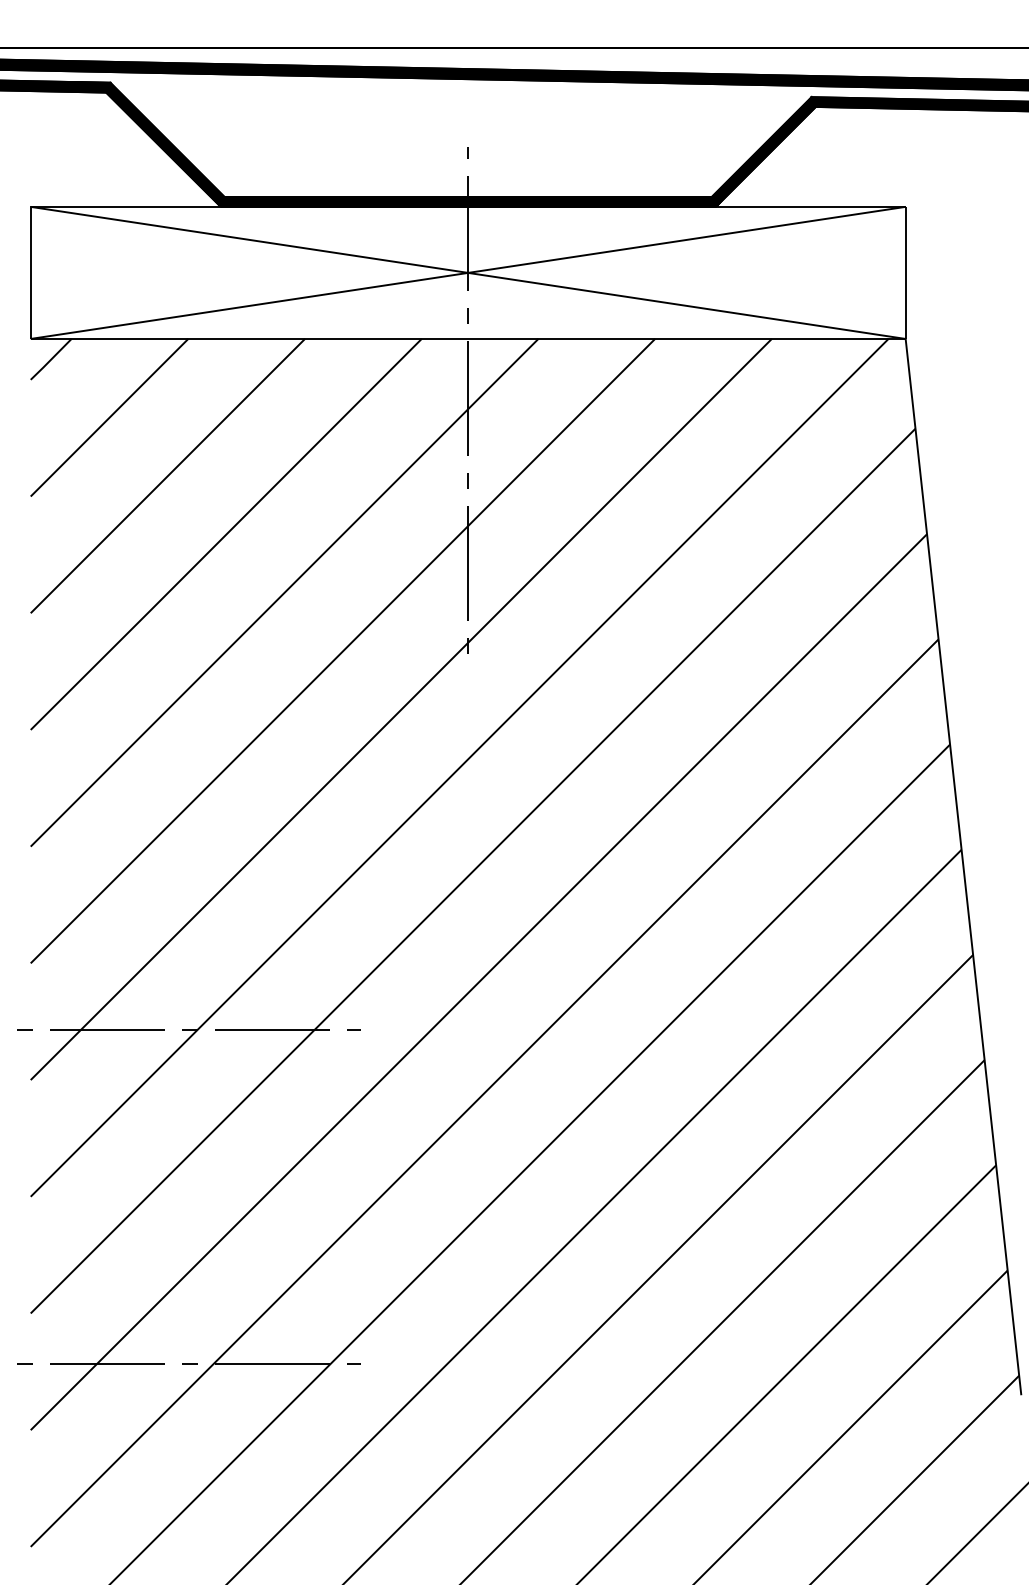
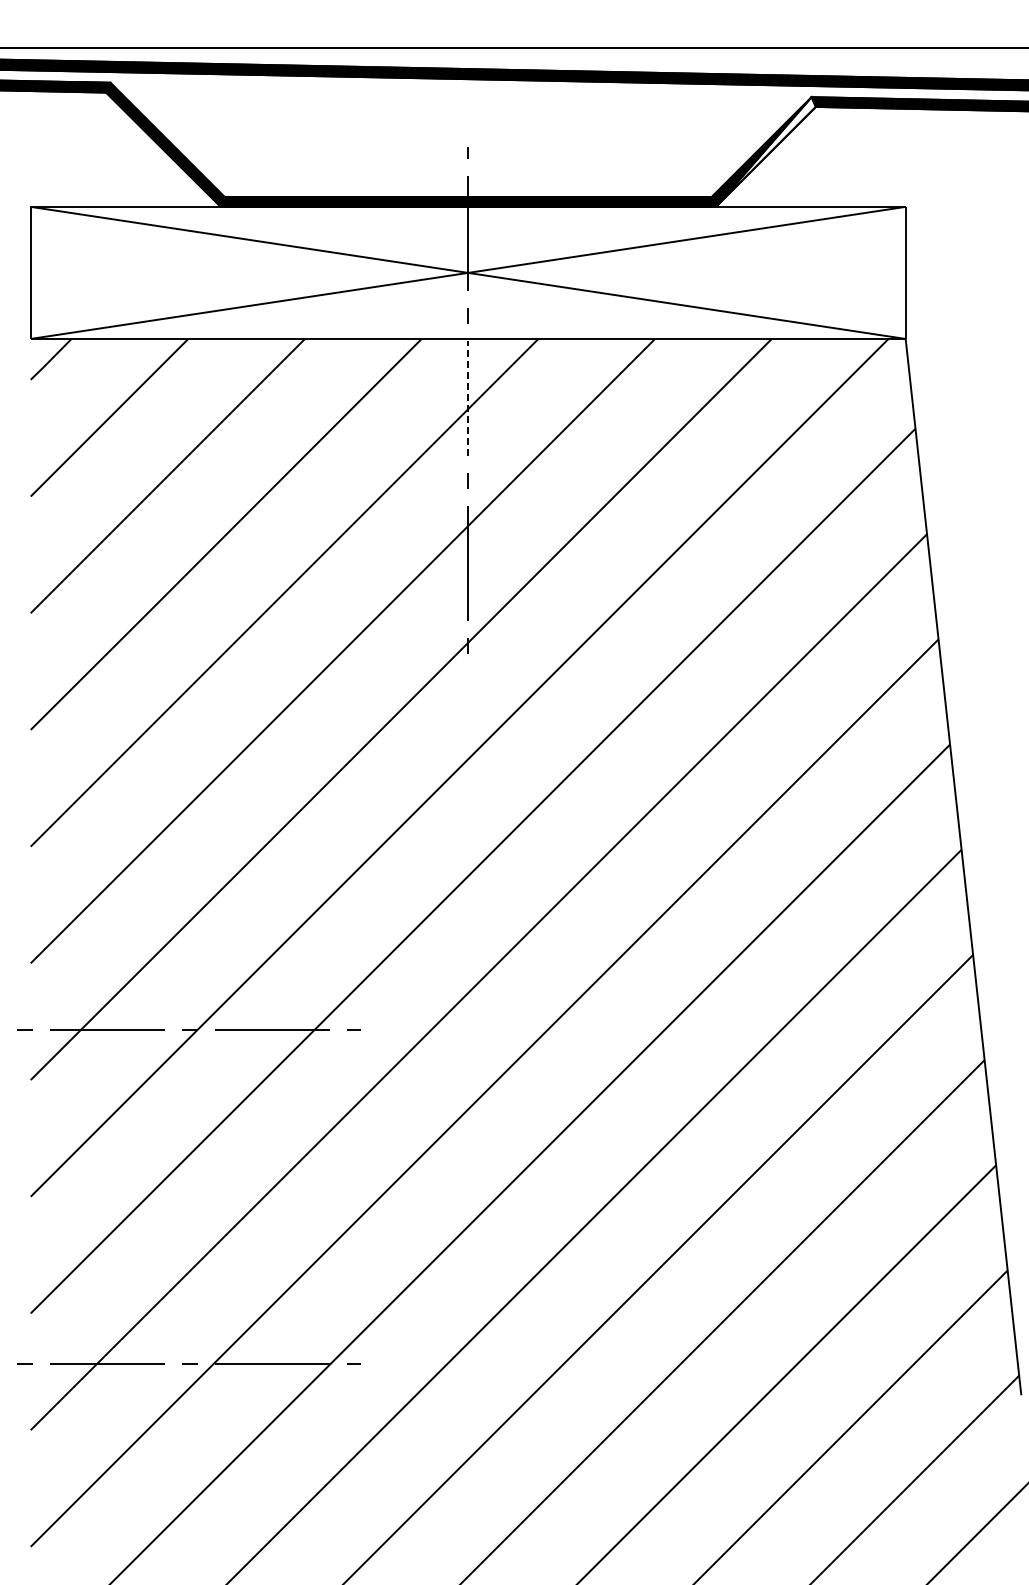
fill at (765, 151): present -> none
line at (468, 398): solid -> dashed
